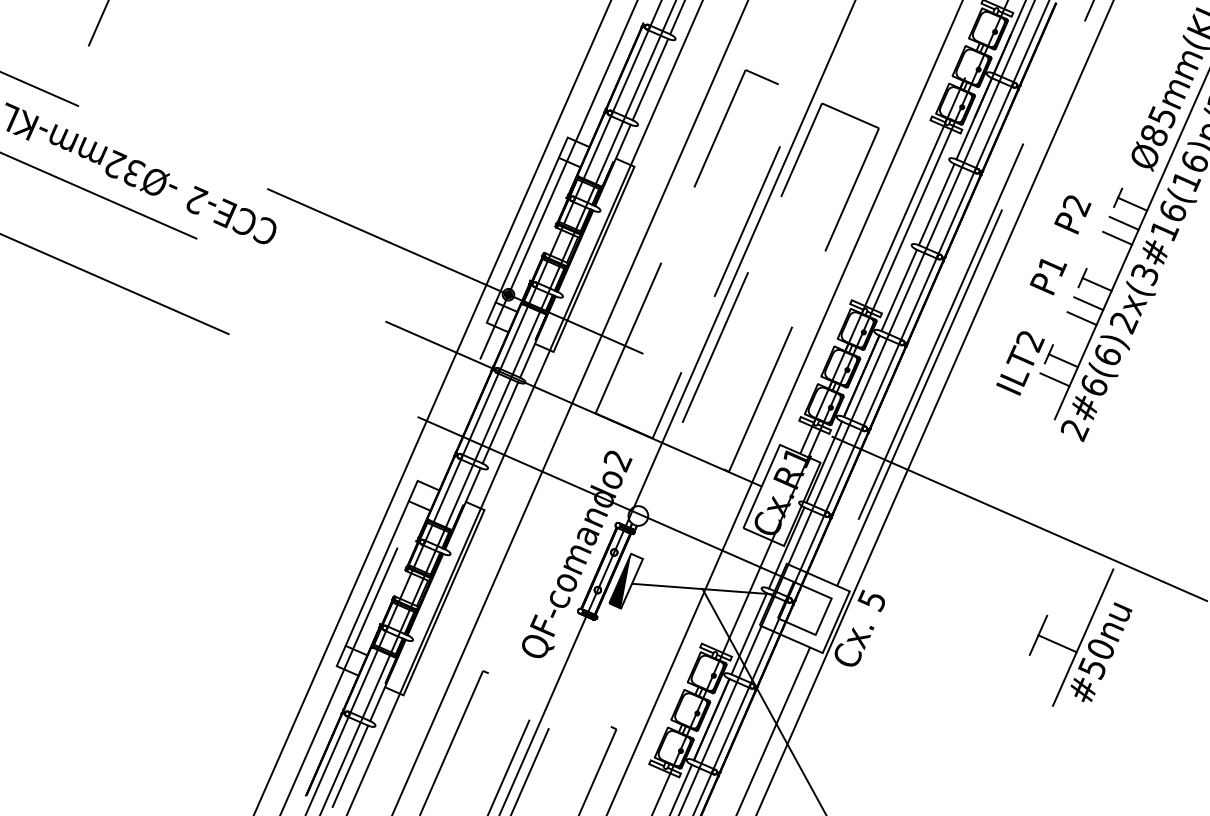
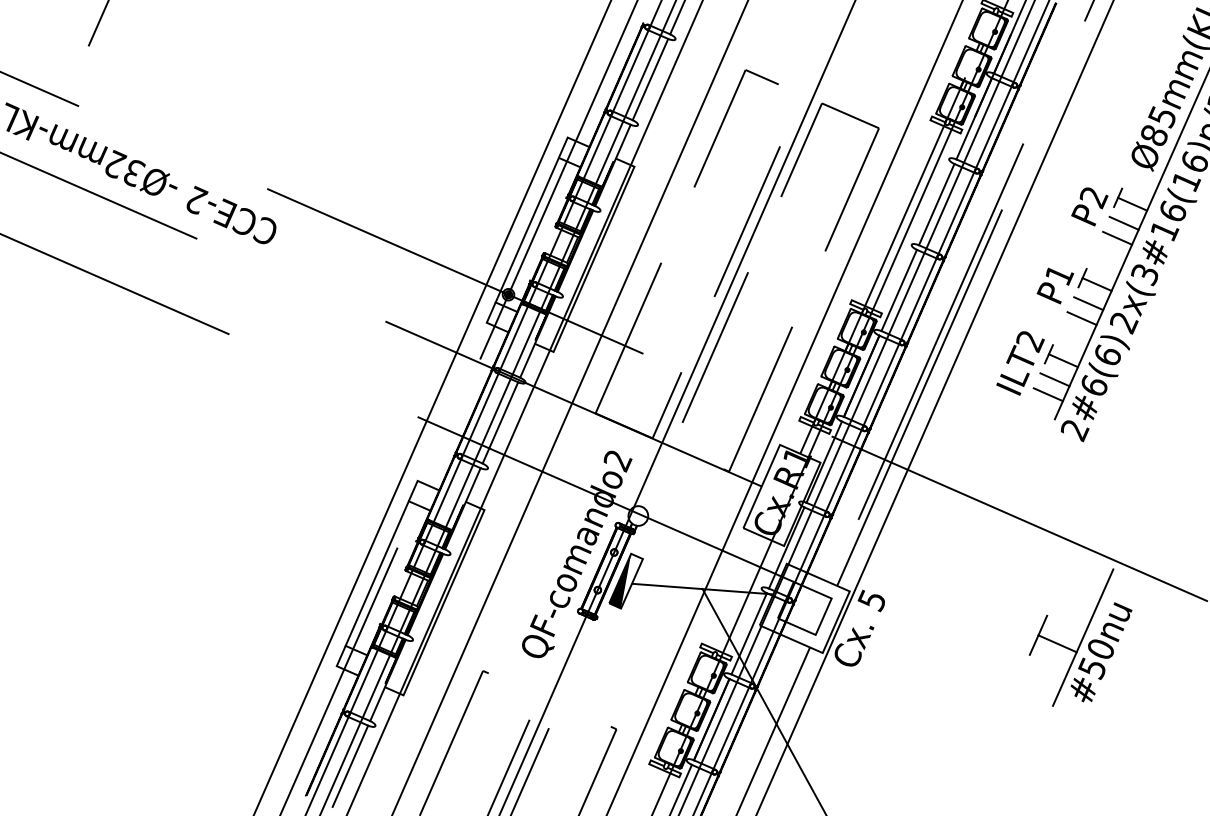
text at (1072, 214) position: (1072, 214) -> (1089, 206)
text at (1048, 276) position: (1048, 276) -> (1055, 285)
line at (1047, 394): none -> present
